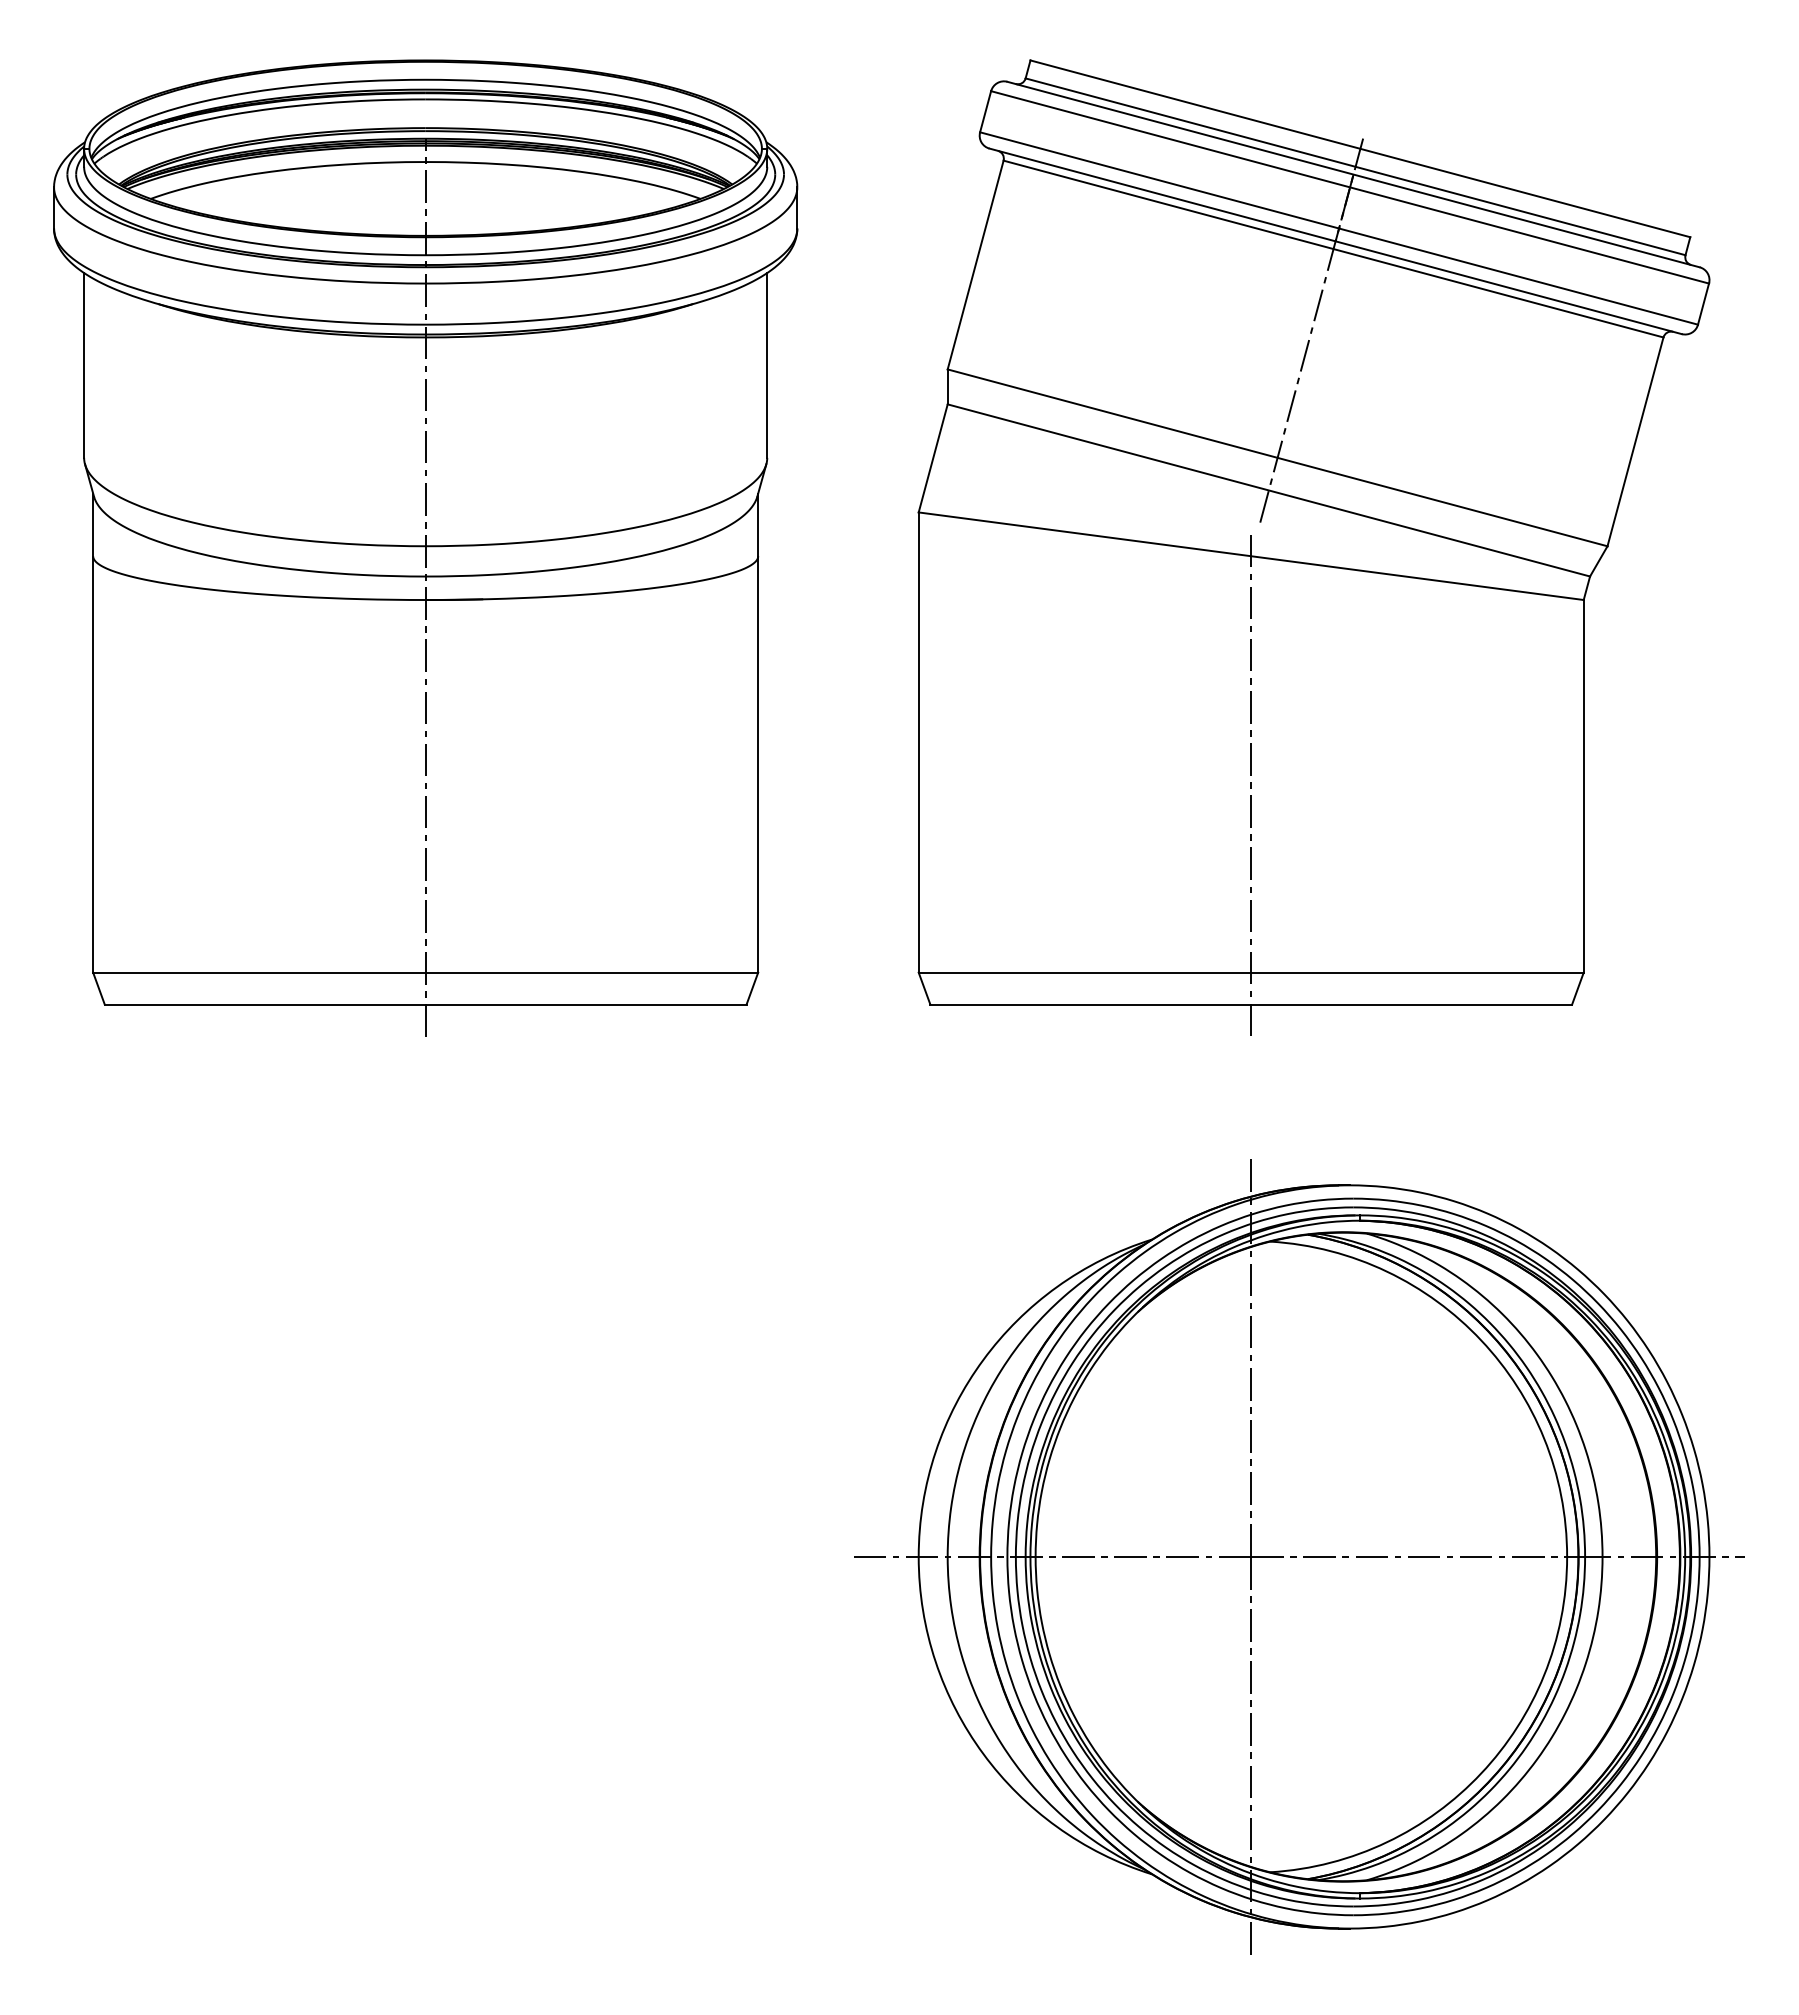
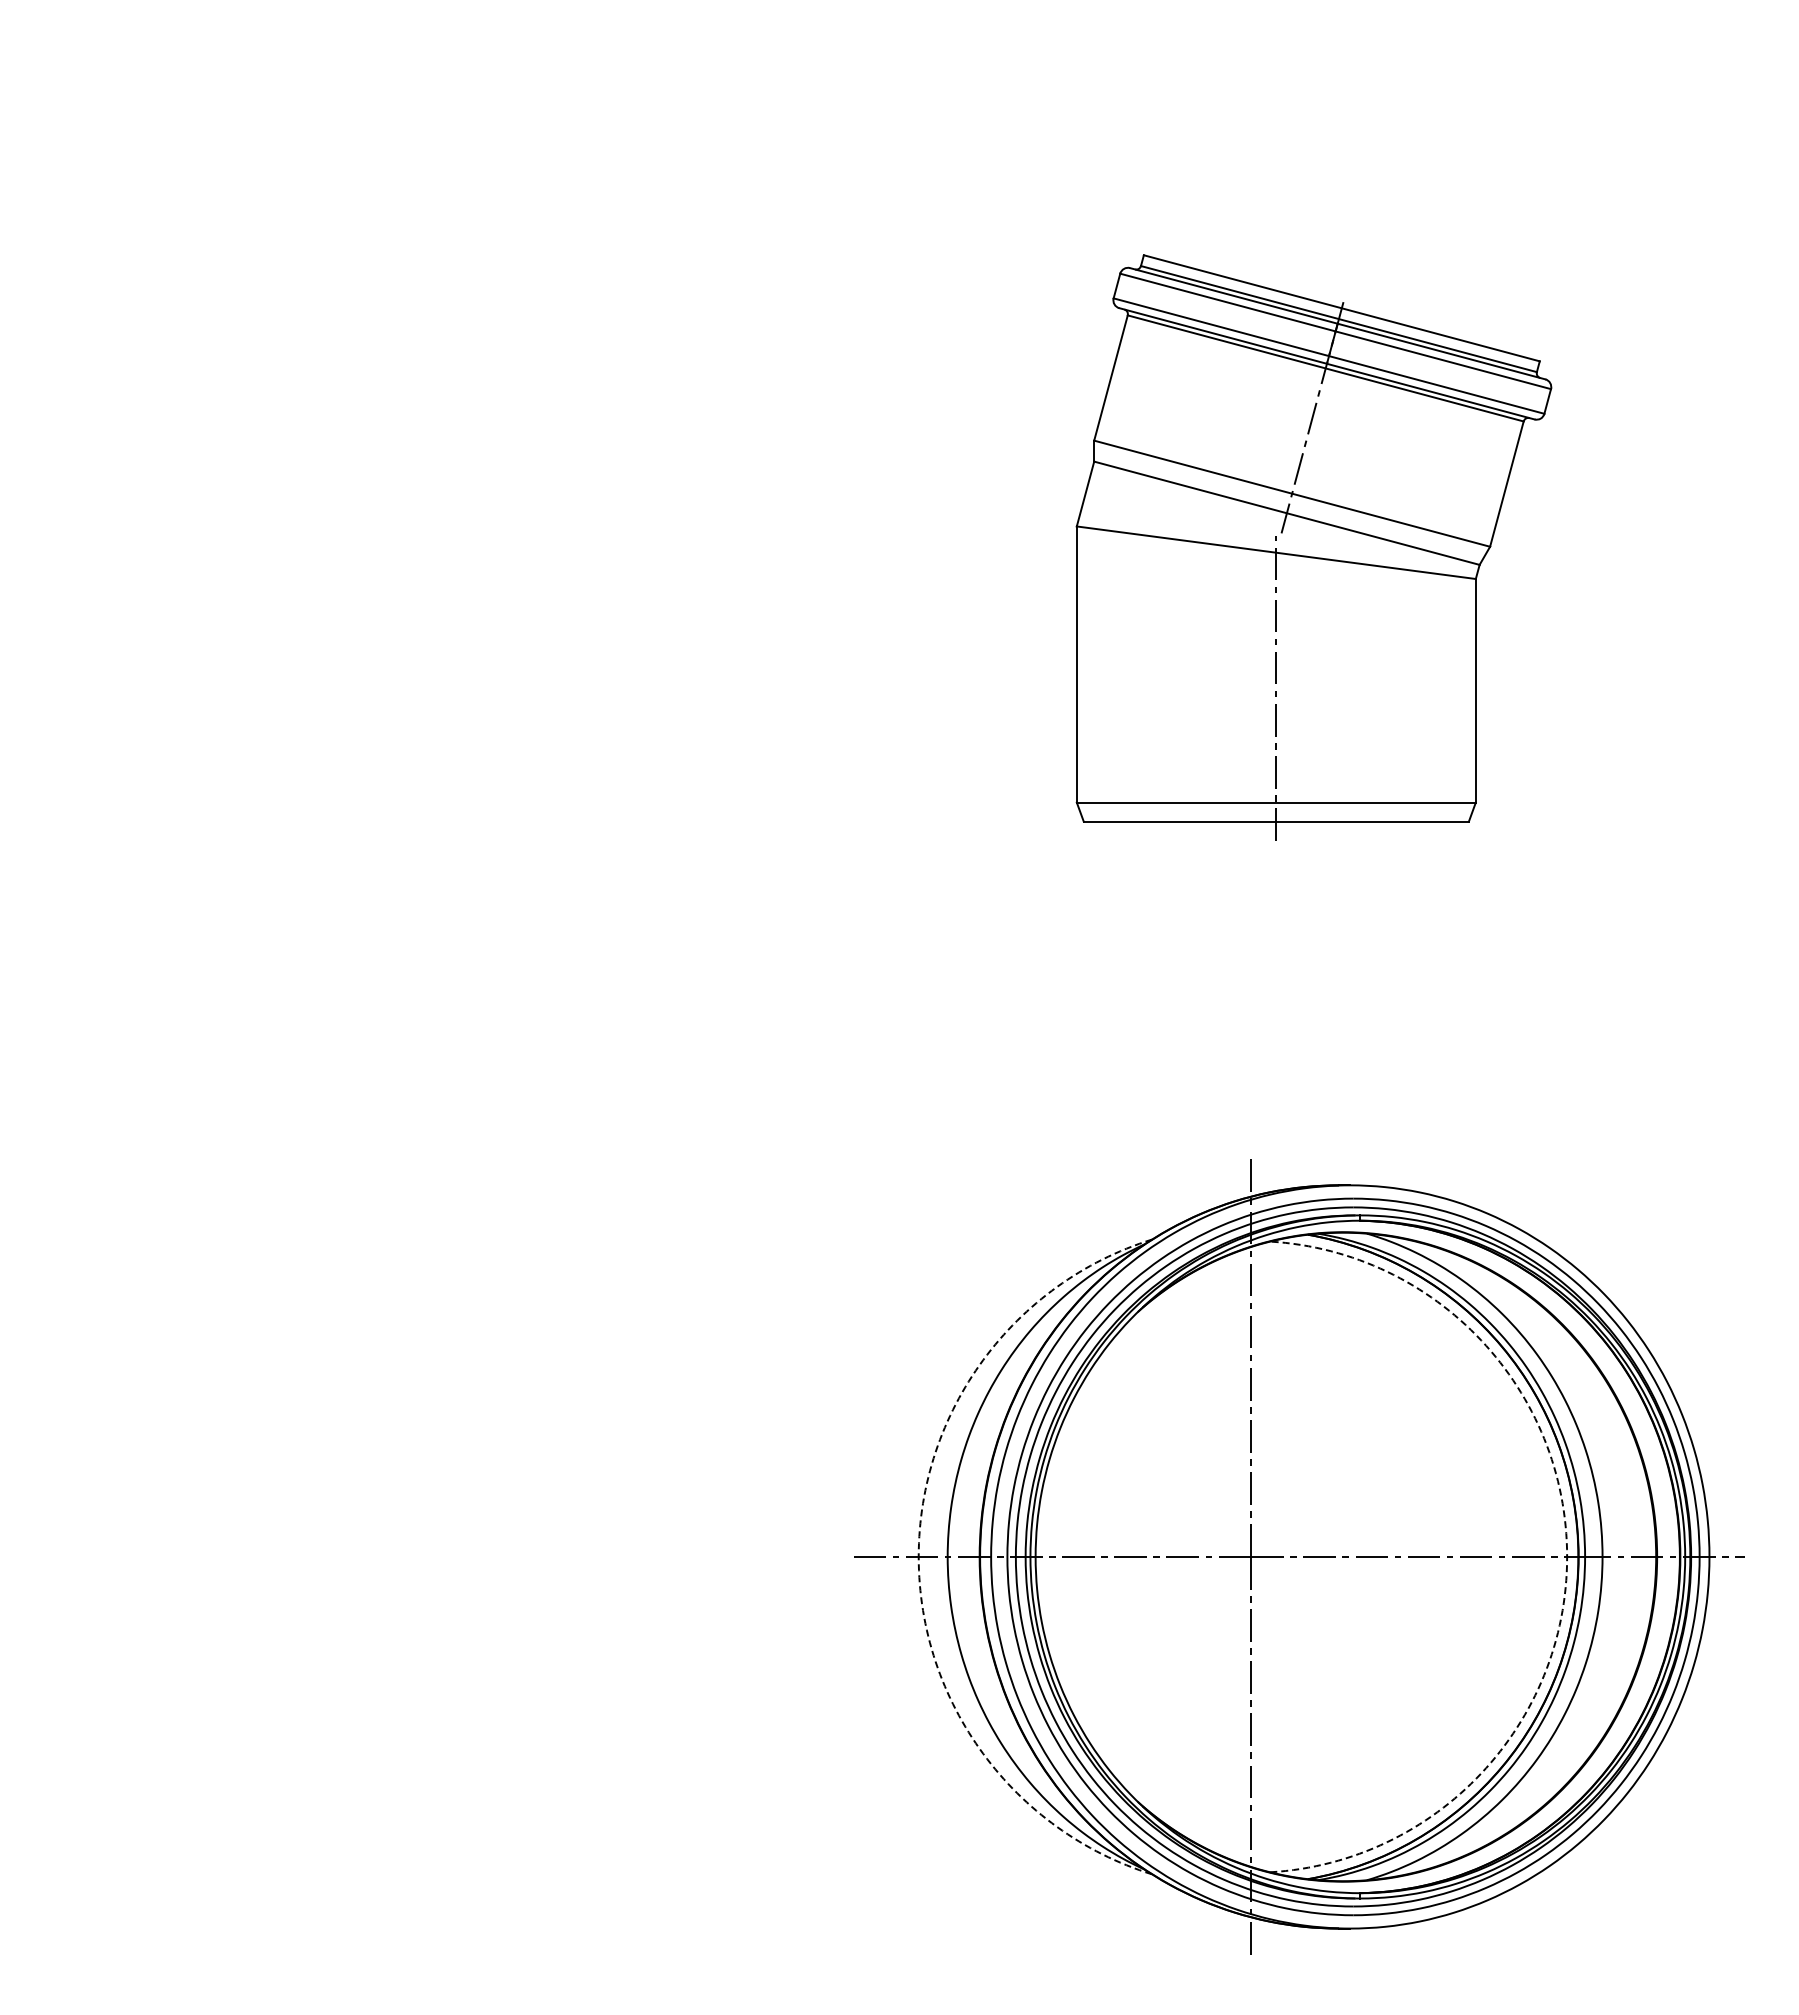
part at (425, 547): present -> none
part at (1313, 547) size: 794x977 px -> 478x587 px
arc at (918, 1556): solid -> dashed
arc at (1567, 1556): solid -> dashed
